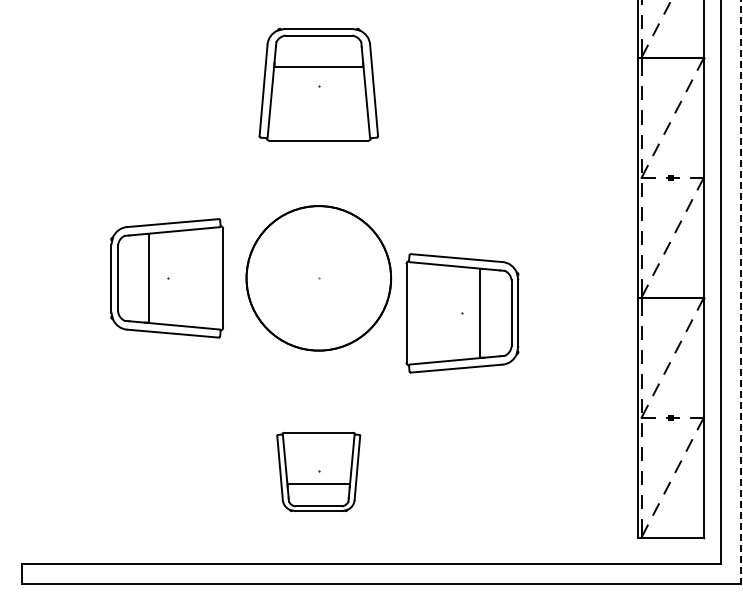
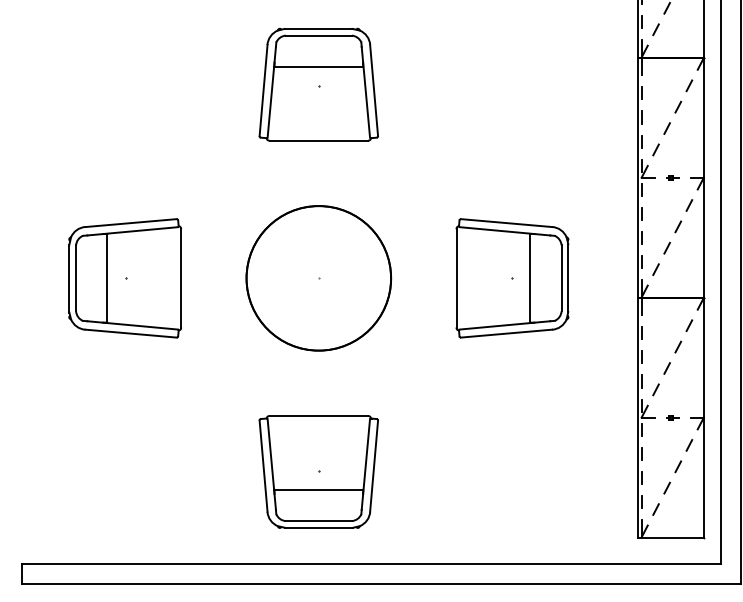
part at (166, 278) position: (166, 278) -> (124, 278)
line at (740, 292): dashed -> solid
part at (462, 313) position: (462, 313) -> (512, 278)
part at (318, 472) size: 86x81 px -> 121x114 px
